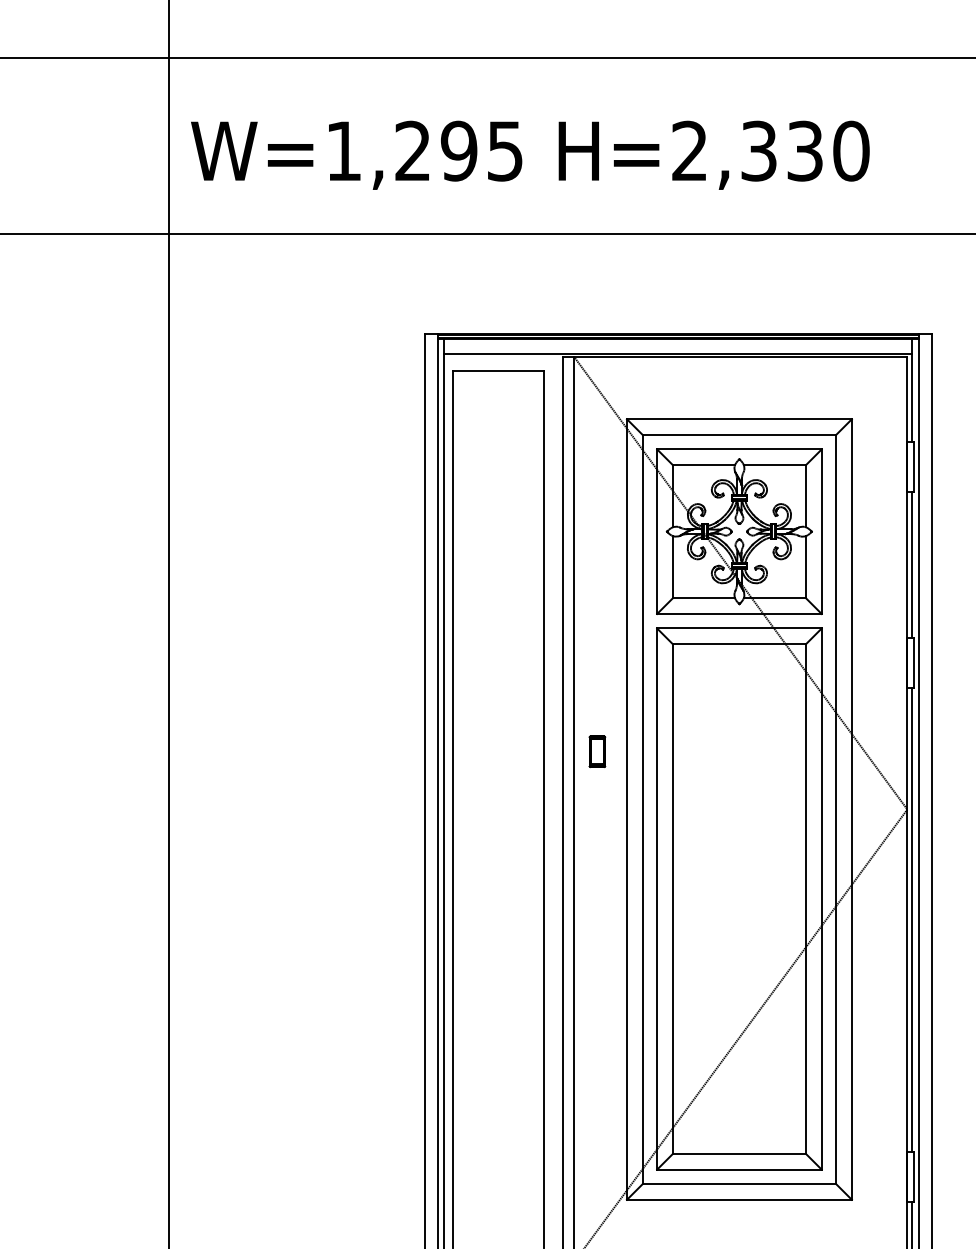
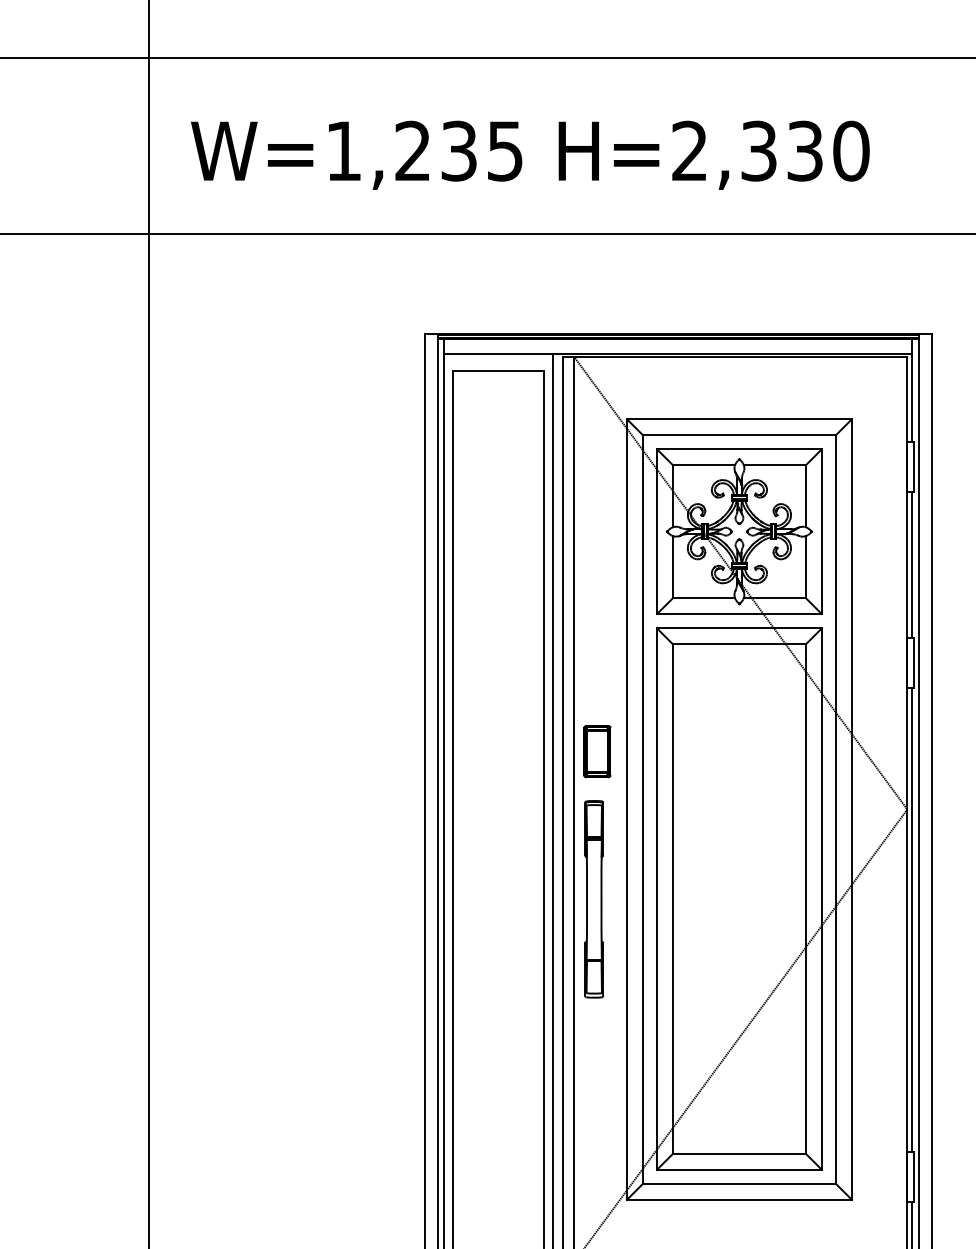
text at (458, 150): W=1,295 -> W=1,235
line at (169, 623) position: (169, 623) -> (149, 623)
part at (597, 751) size: 19x33 px -> 29x54 px
line at (553, 799): none -> present
part at (594, 899): none -> present
